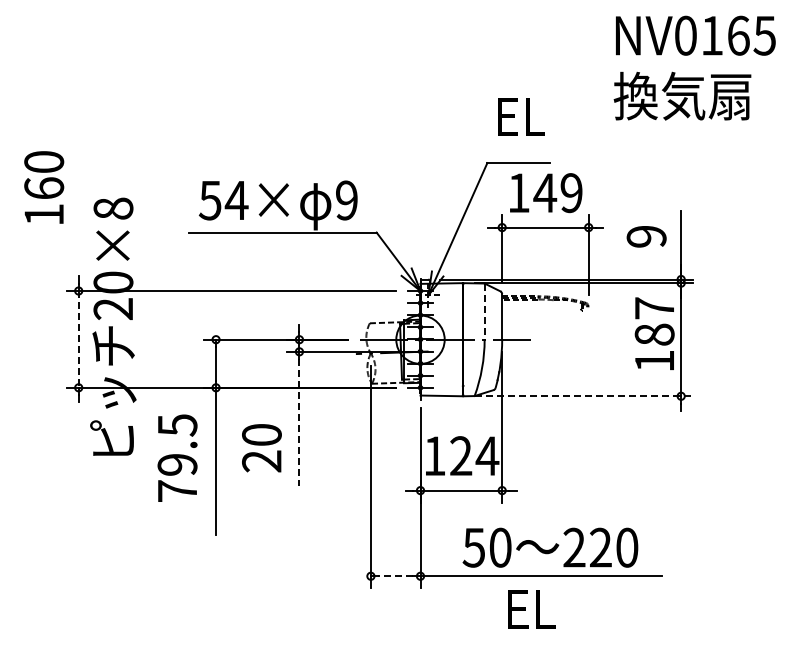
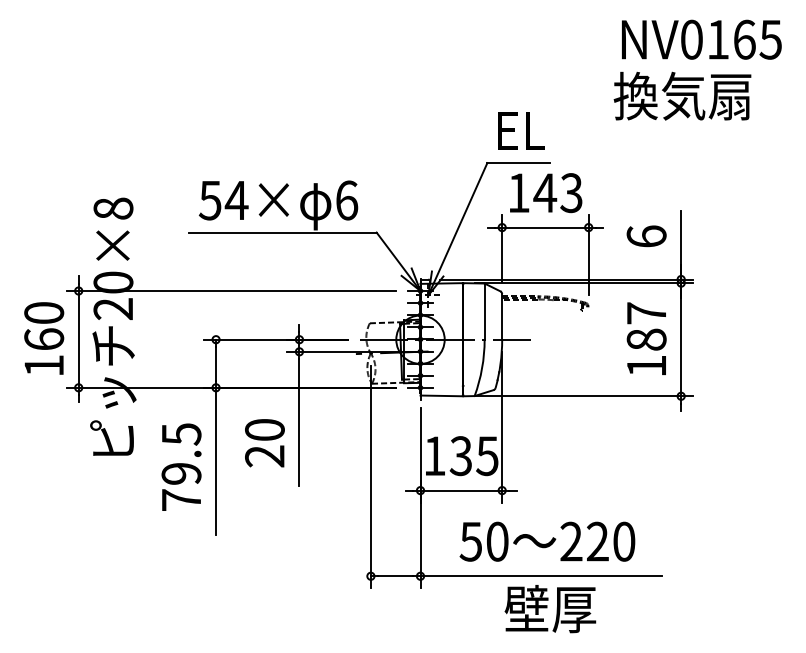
text at (695, 35) position: (695, 35) -> (701, 39)
text at (521, 116) position: (521, 116) -> (521, 130)
text at (44, 187) position: (44, 187) -> (44, 338)
text at (571, 193): 149 -> 143
text at (347, 200): 9 -> 6
text at (646, 236): 9 -> 6
line at (484, 312): dashed -> solid
text at (654, 333) position: (654, 333) -> (646, 338)
line at (78, 339): dashed -> solid
line at (584, 396): dashed -> solid
line at (299, 422): dashed -> solid
text at (261, 448) position: (261, 448) -> (264, 443)
text at (474, 456): 124 -> 135
text at (177, 457) position: (177, 457) -> (181, 466)
text at (550, 547) position: (550, 547) -> (547, 541)
line at (395, 576): dashed -> solid
text at (550, 609): EL -> 壁厚
